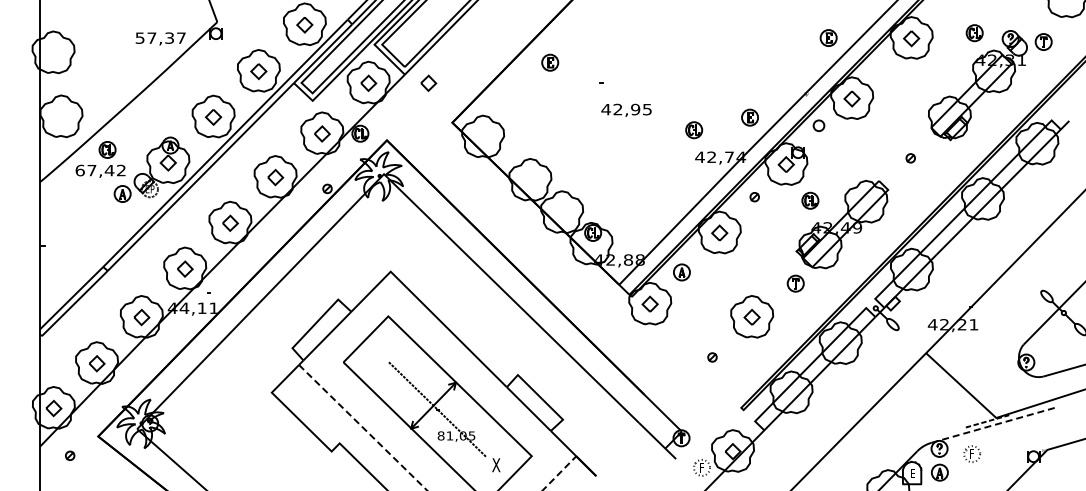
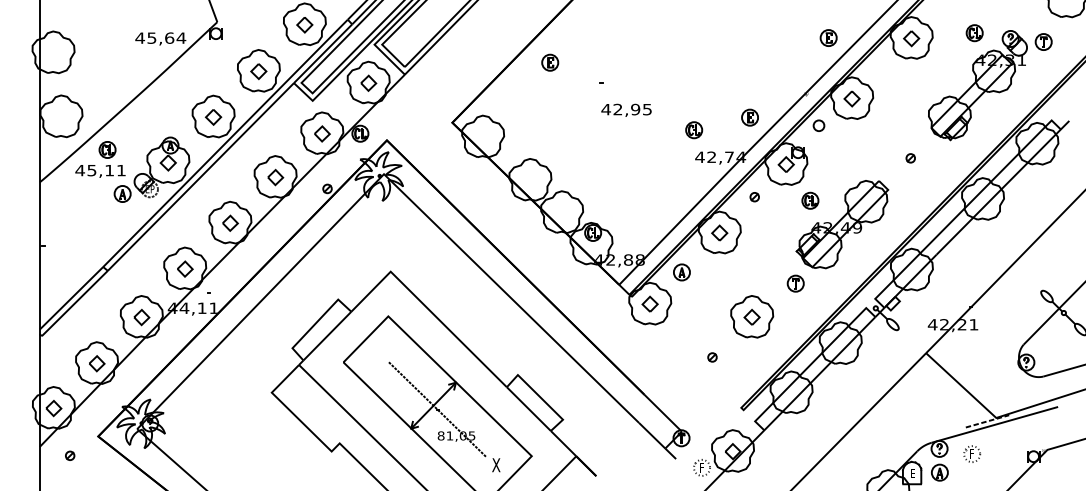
text at (160, 37): 57,37 -> 45,64
part at (428, 82): present -> none
text at (100, 170): 67,42 -> 45,11
line at (994, 424): dashed -> solid
line at (381, 445): dashed -> solid
